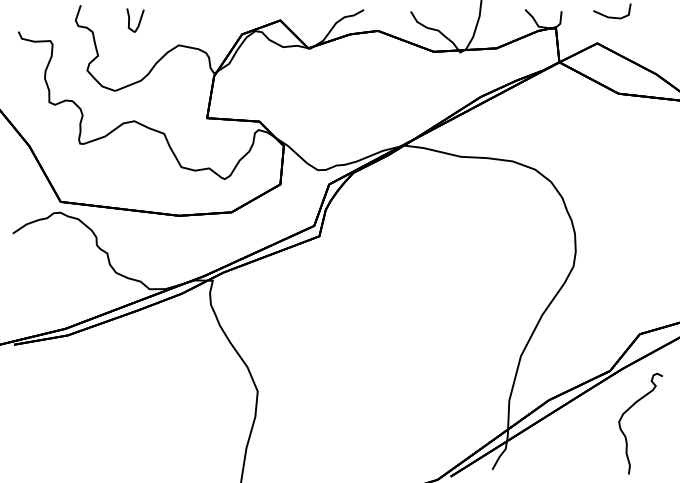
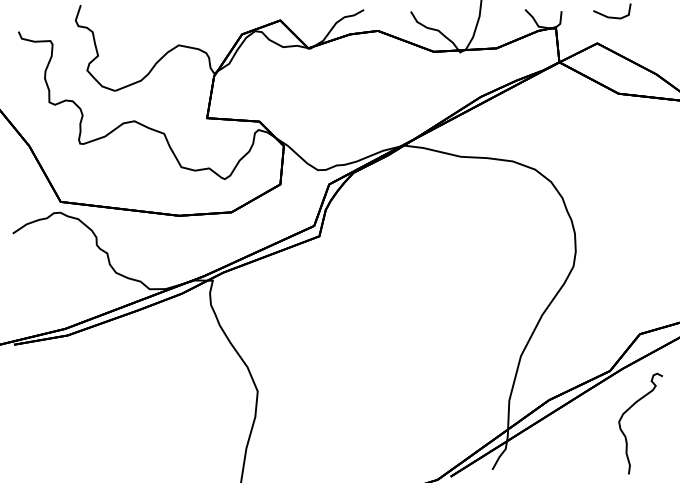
part at (135, 20): present -> none
